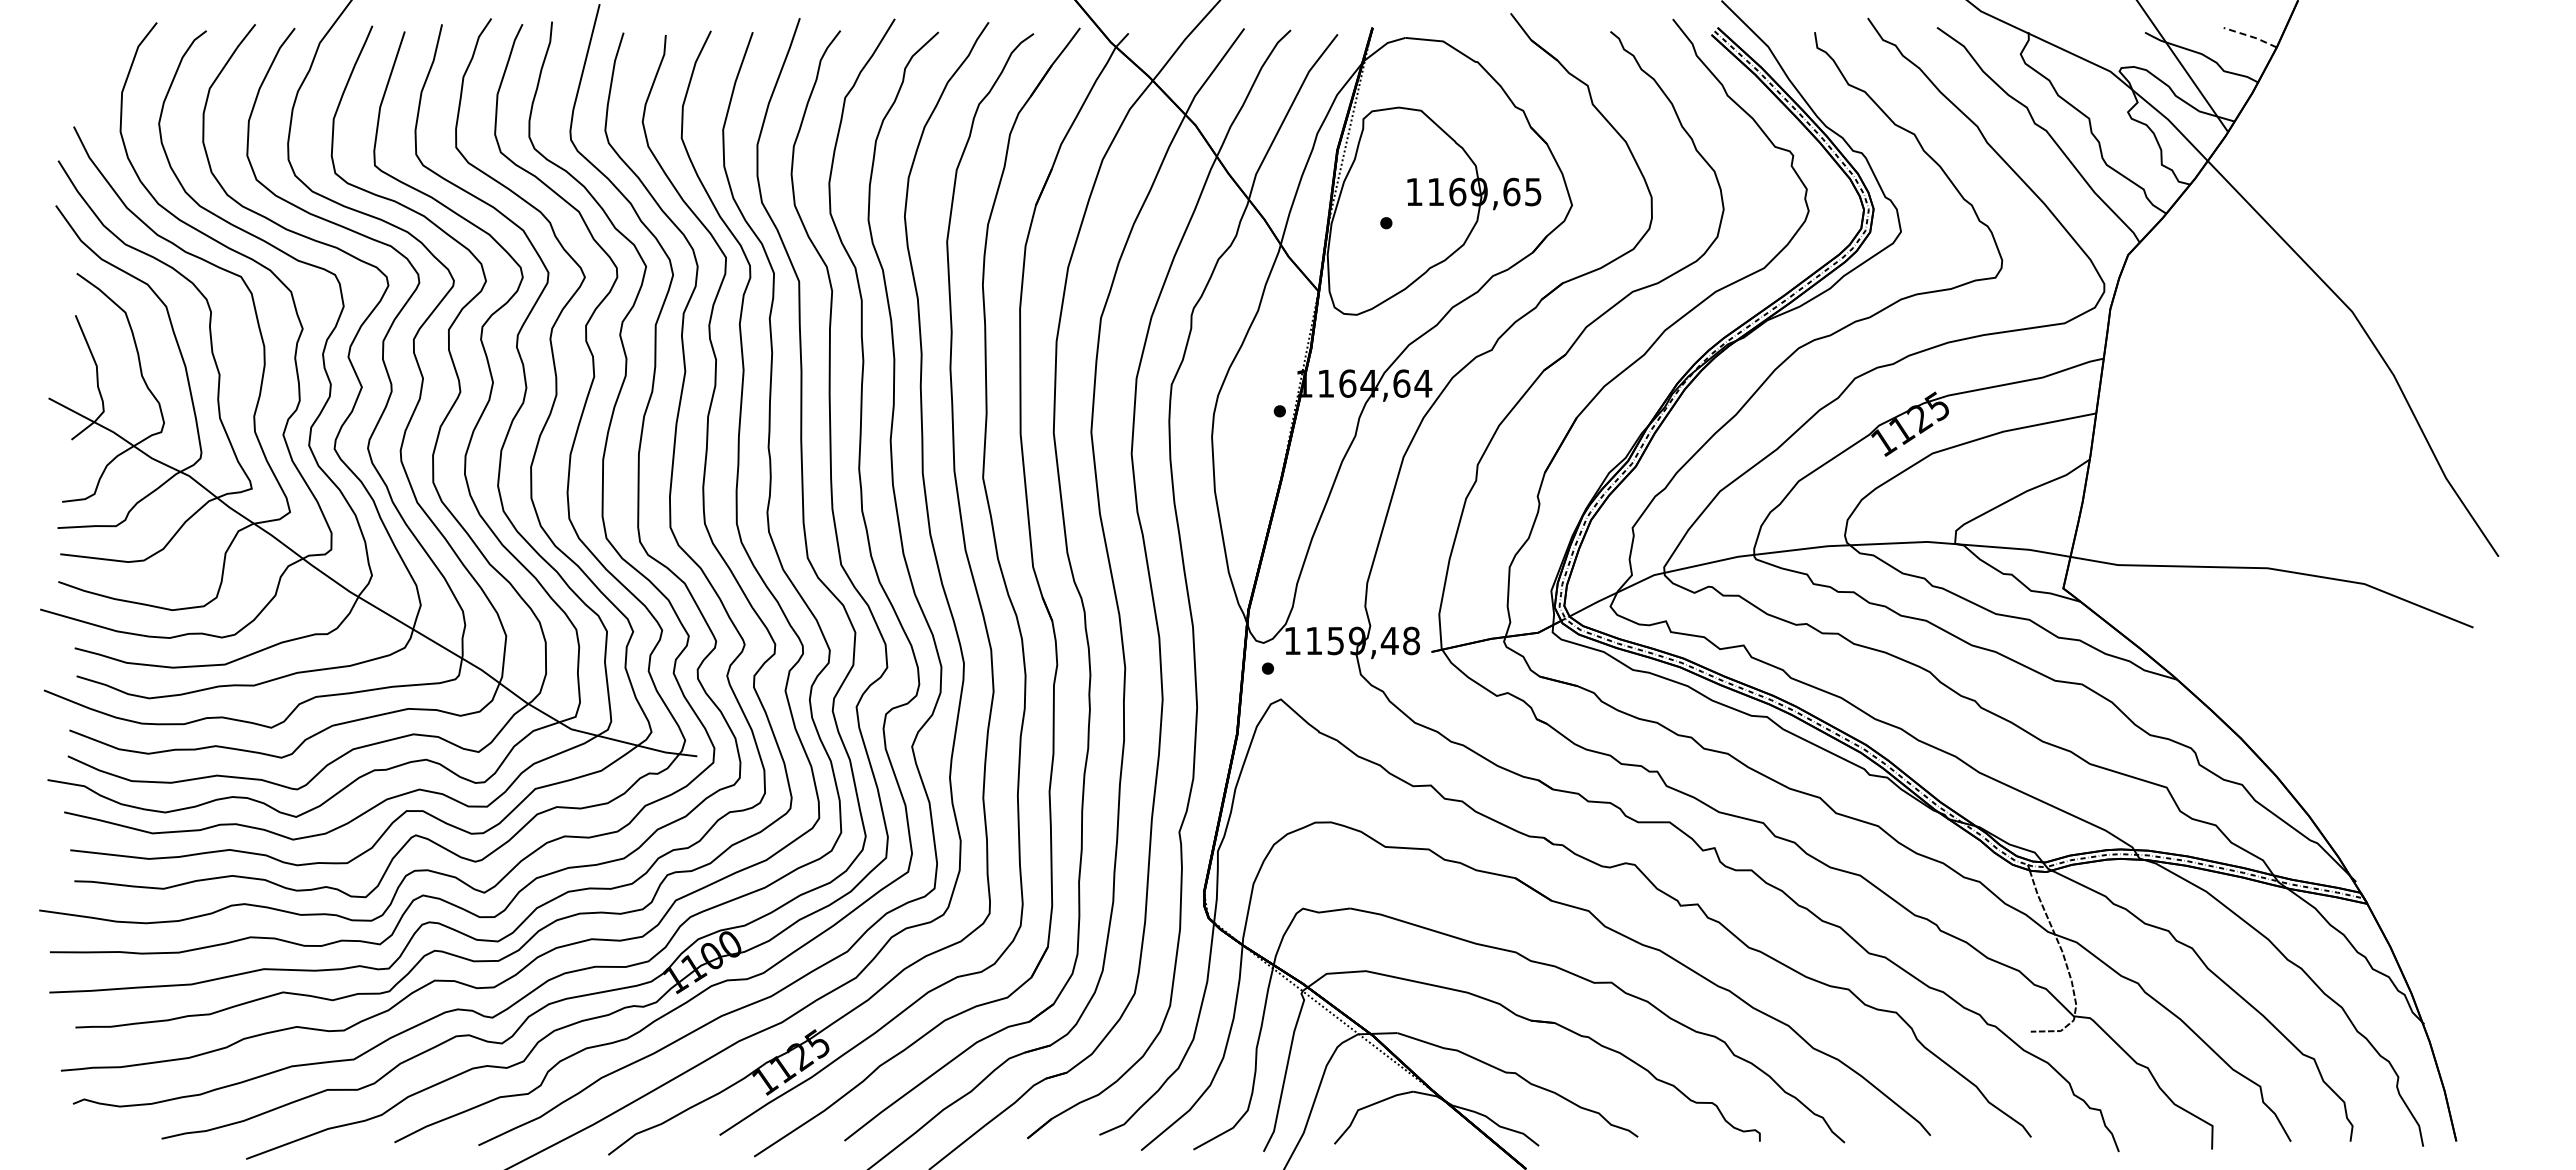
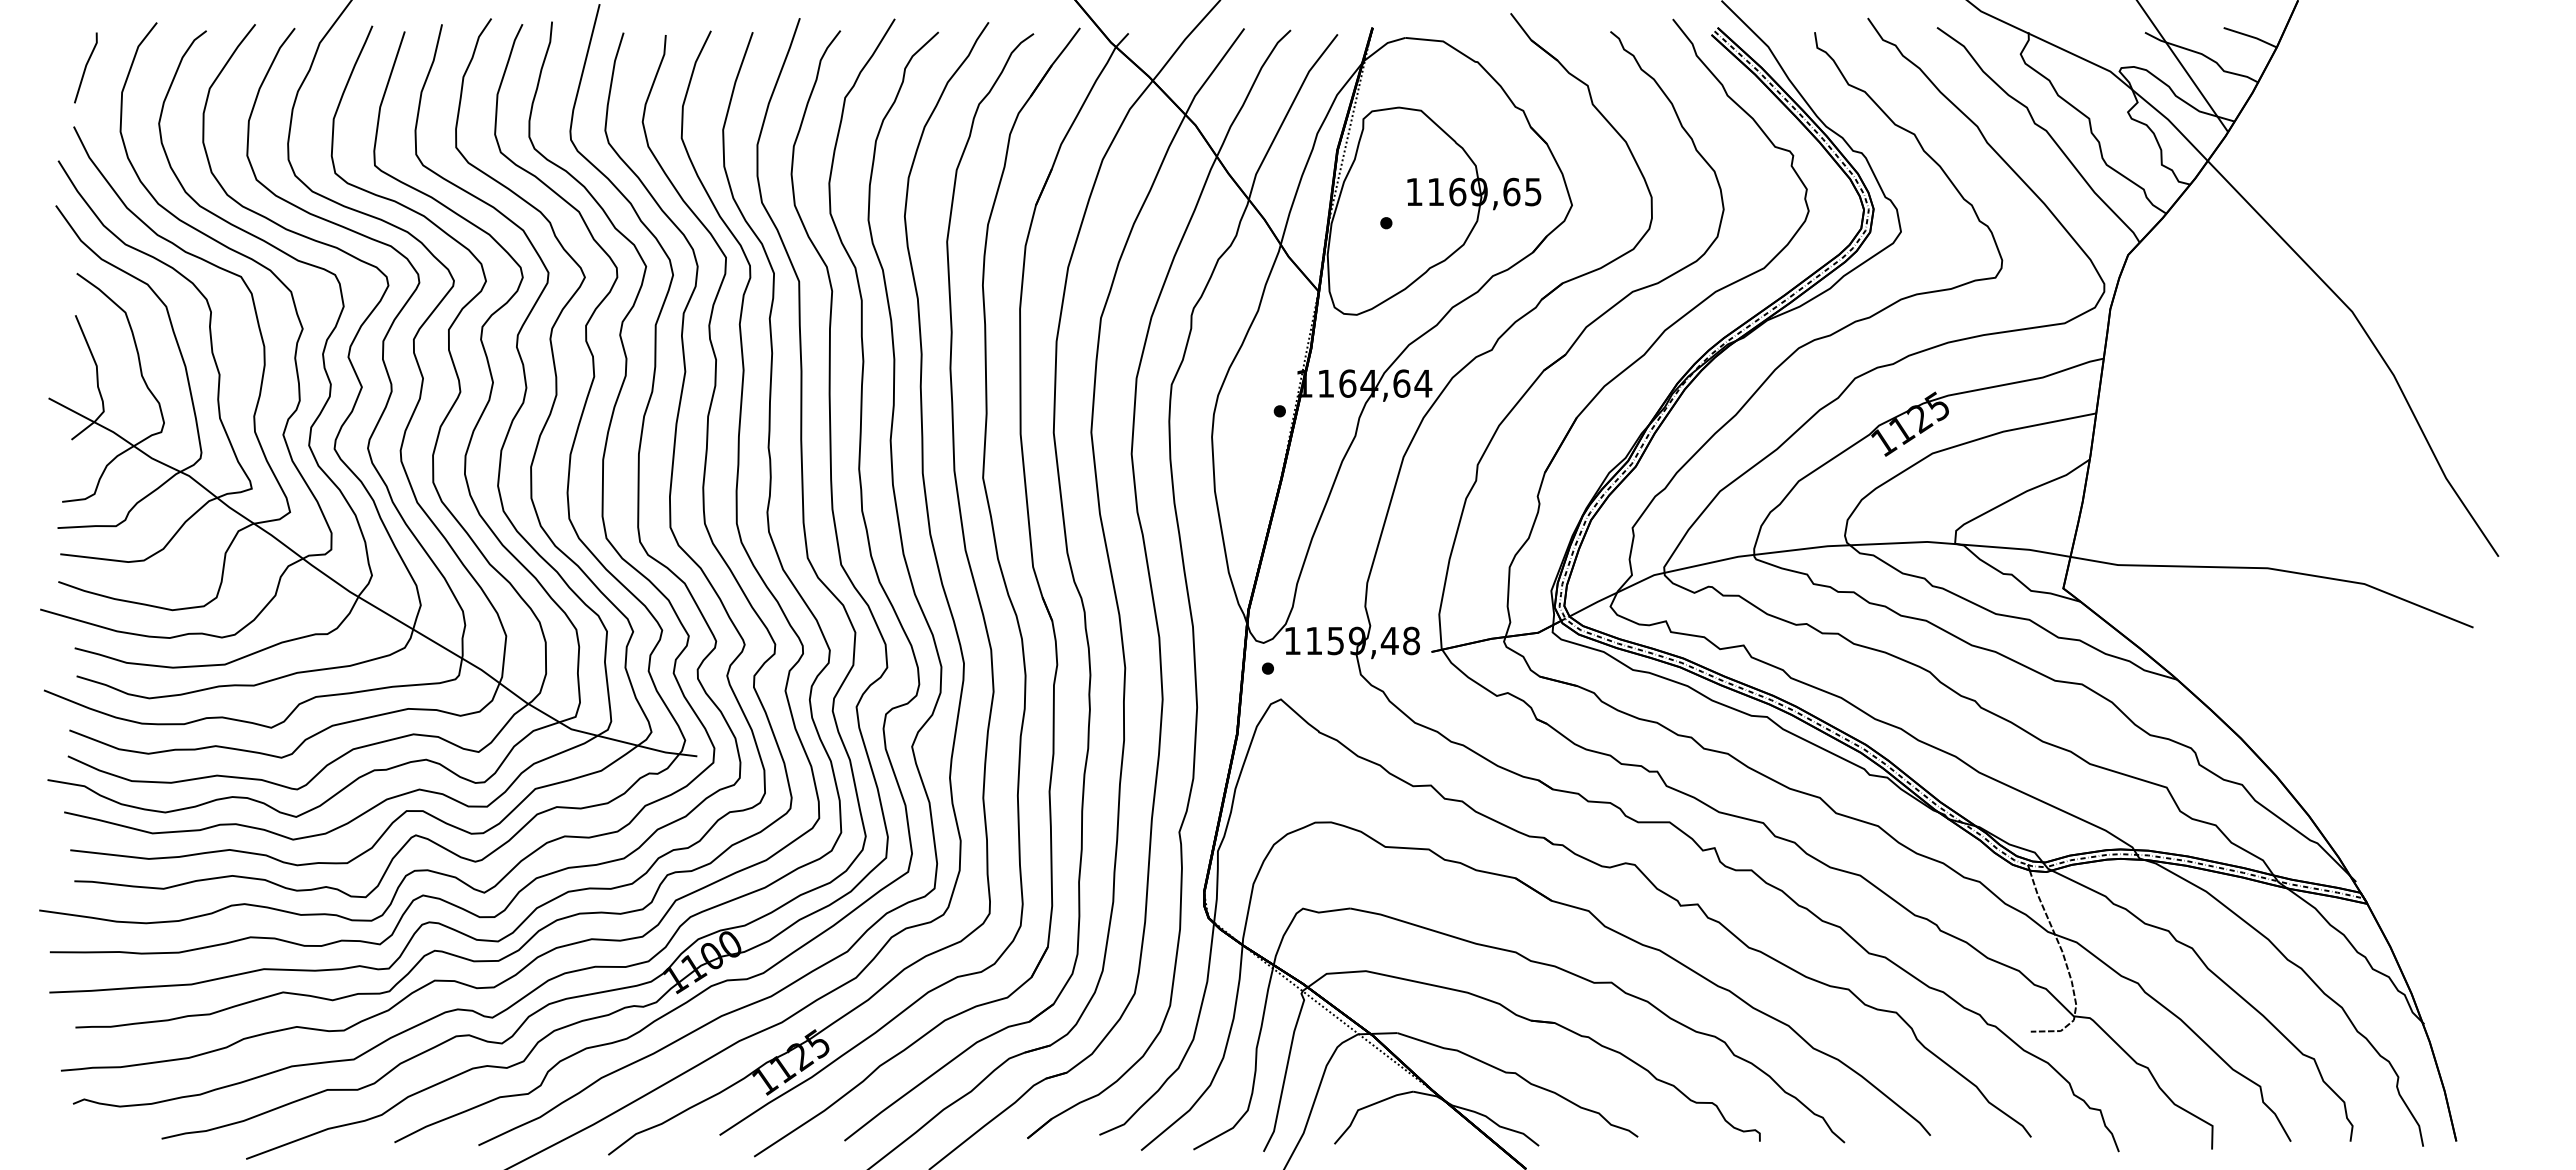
line at (2251, 36): dashed -> solid
line at (85, 67): none -> present
